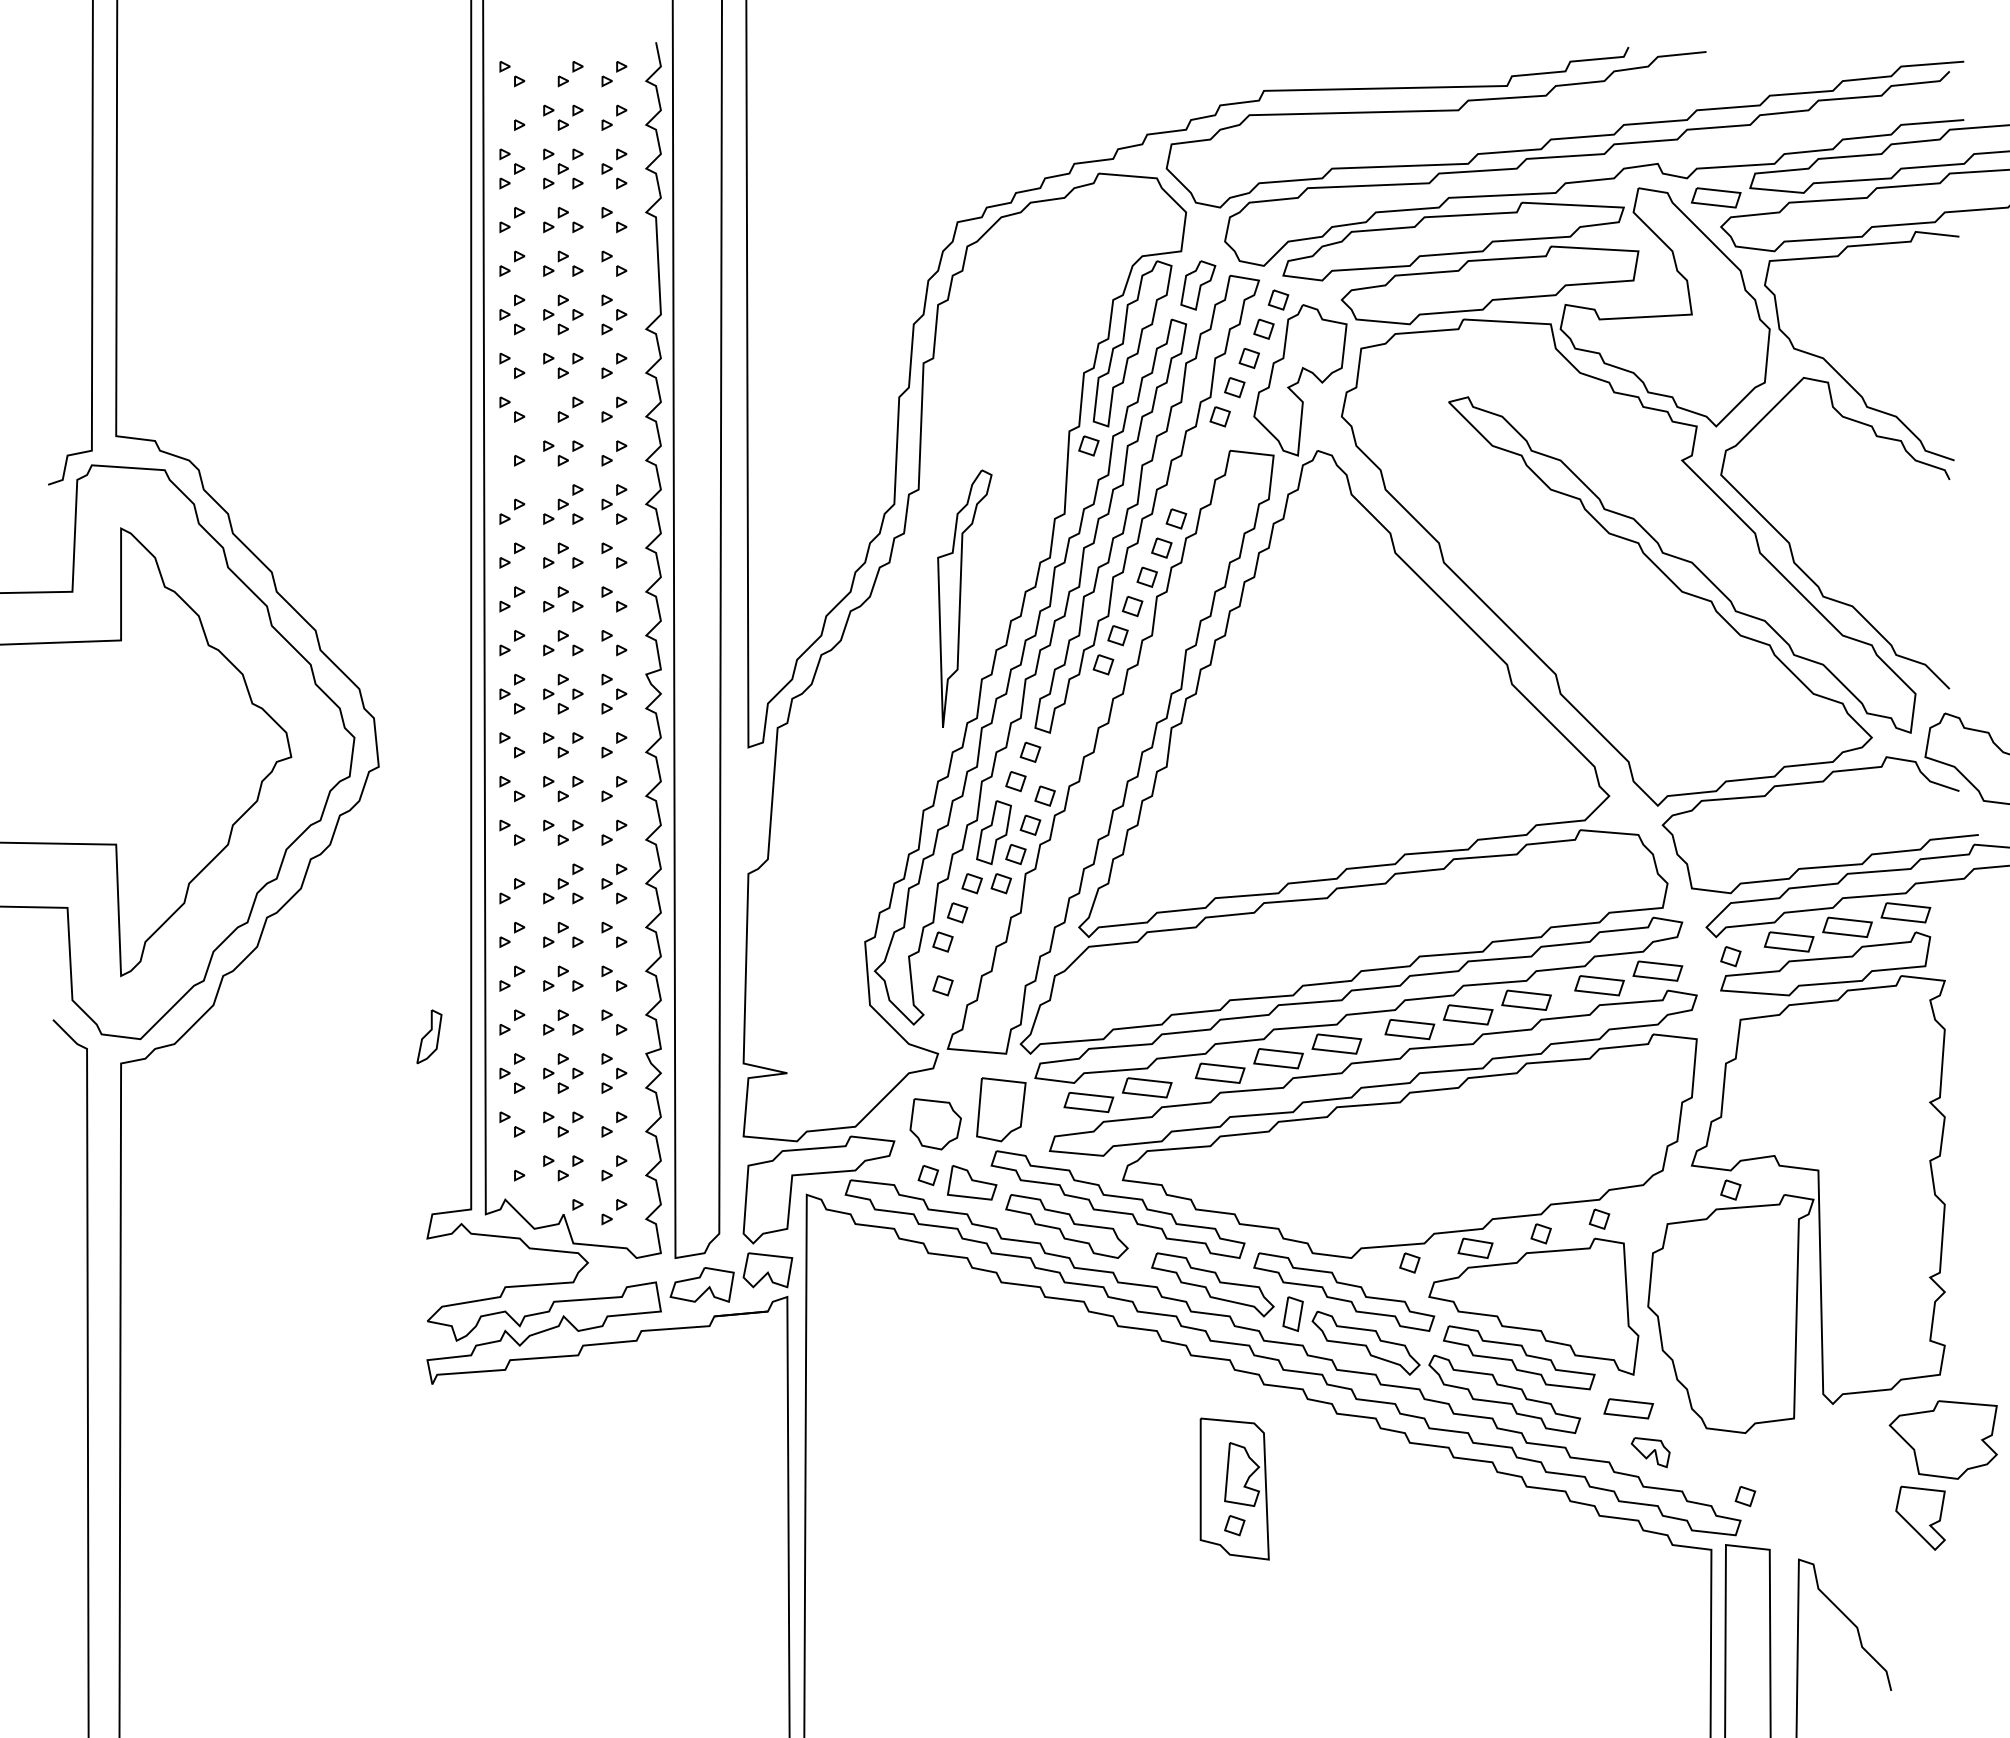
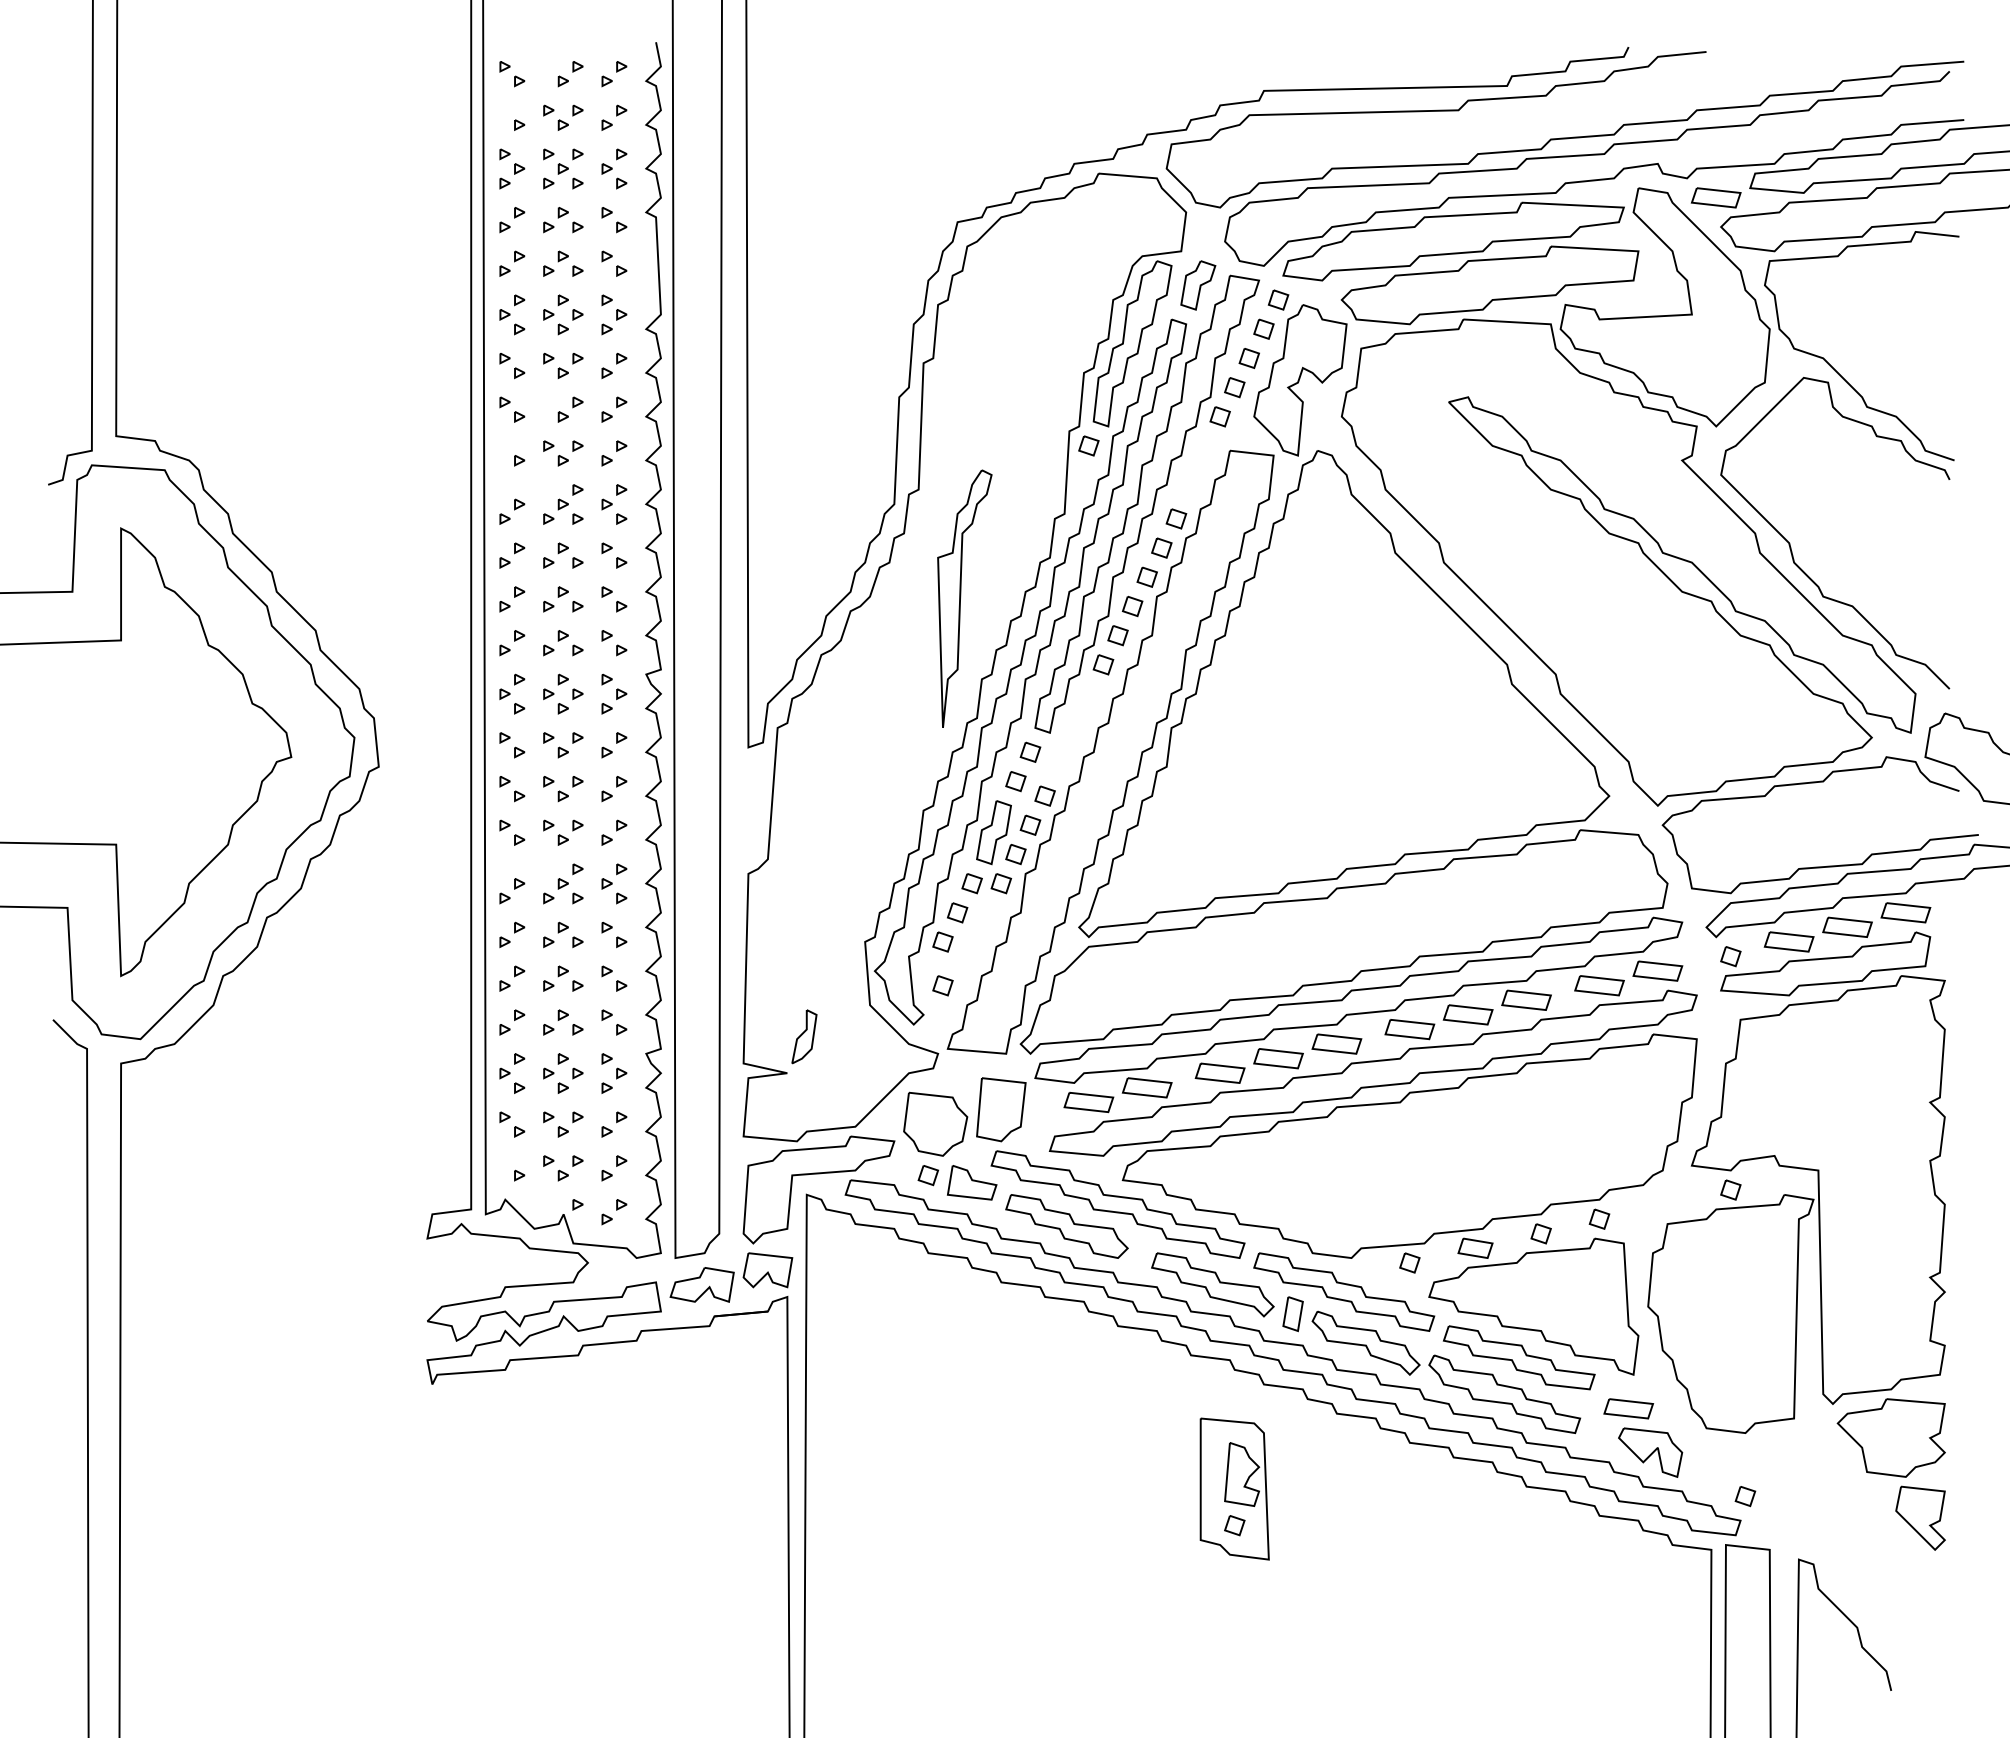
part at (429, 1036) position: (429, 1036) -> (804, 1036)
part at (935, 1124) size: 53x53 px -> 66x66 px
part at (1942, 1439) position: (1942, 1439) -> (1890, 1437)
part at (1650, 1452) size: 41x32 px -> 66x51 px
